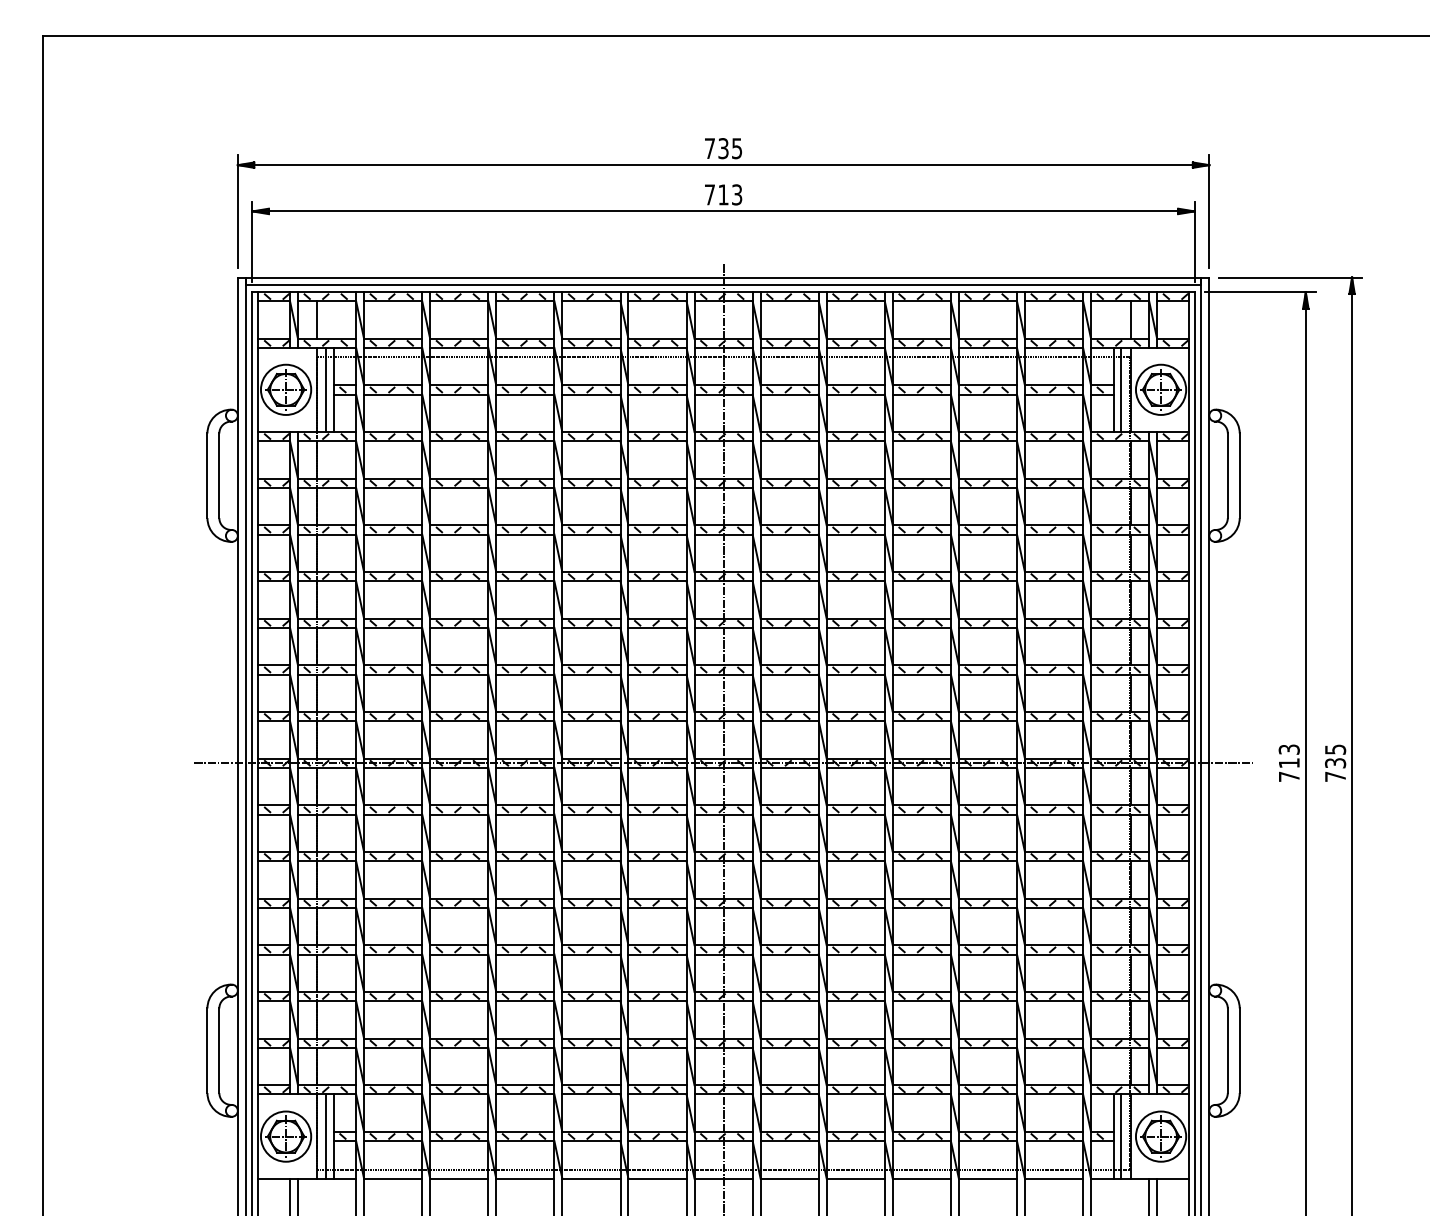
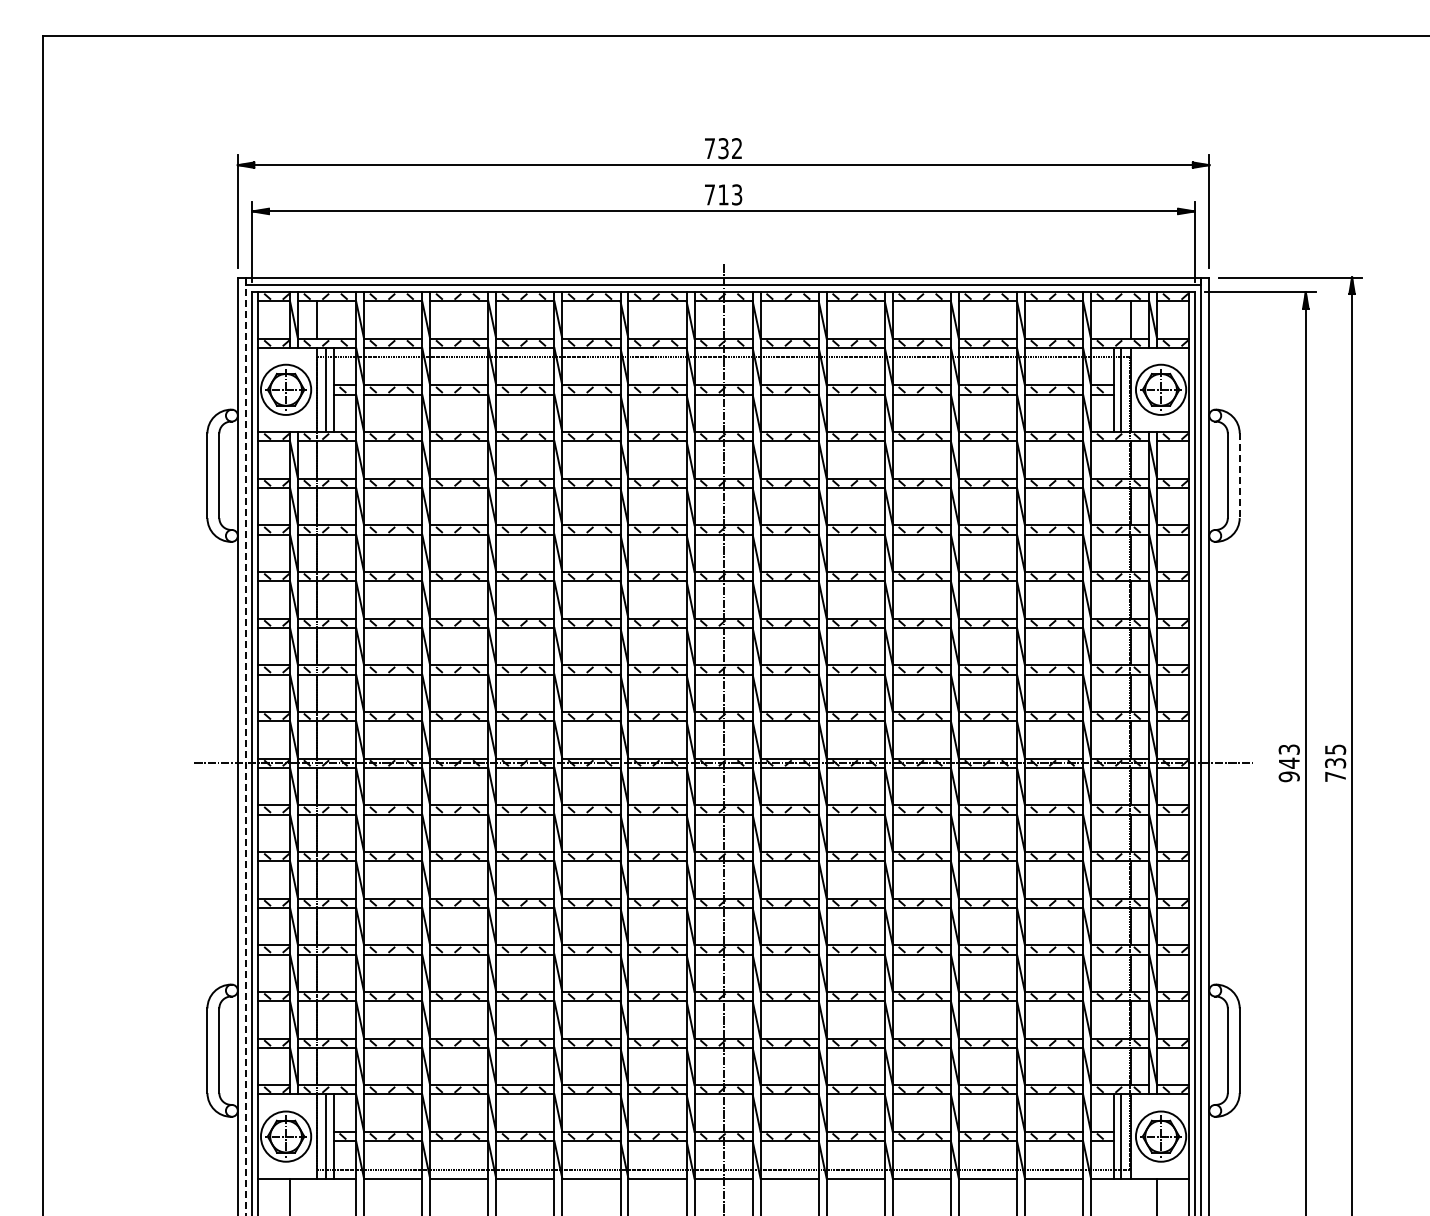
text at (737, 148): 735 -> 732
line at (1239, 476): solid -> dashed
line at (245, 746): solid -> dashed
text at (1288, 769): 713 -> 943
line at (297, 1195): present -> none
line at (1149, 1195): present -> none
